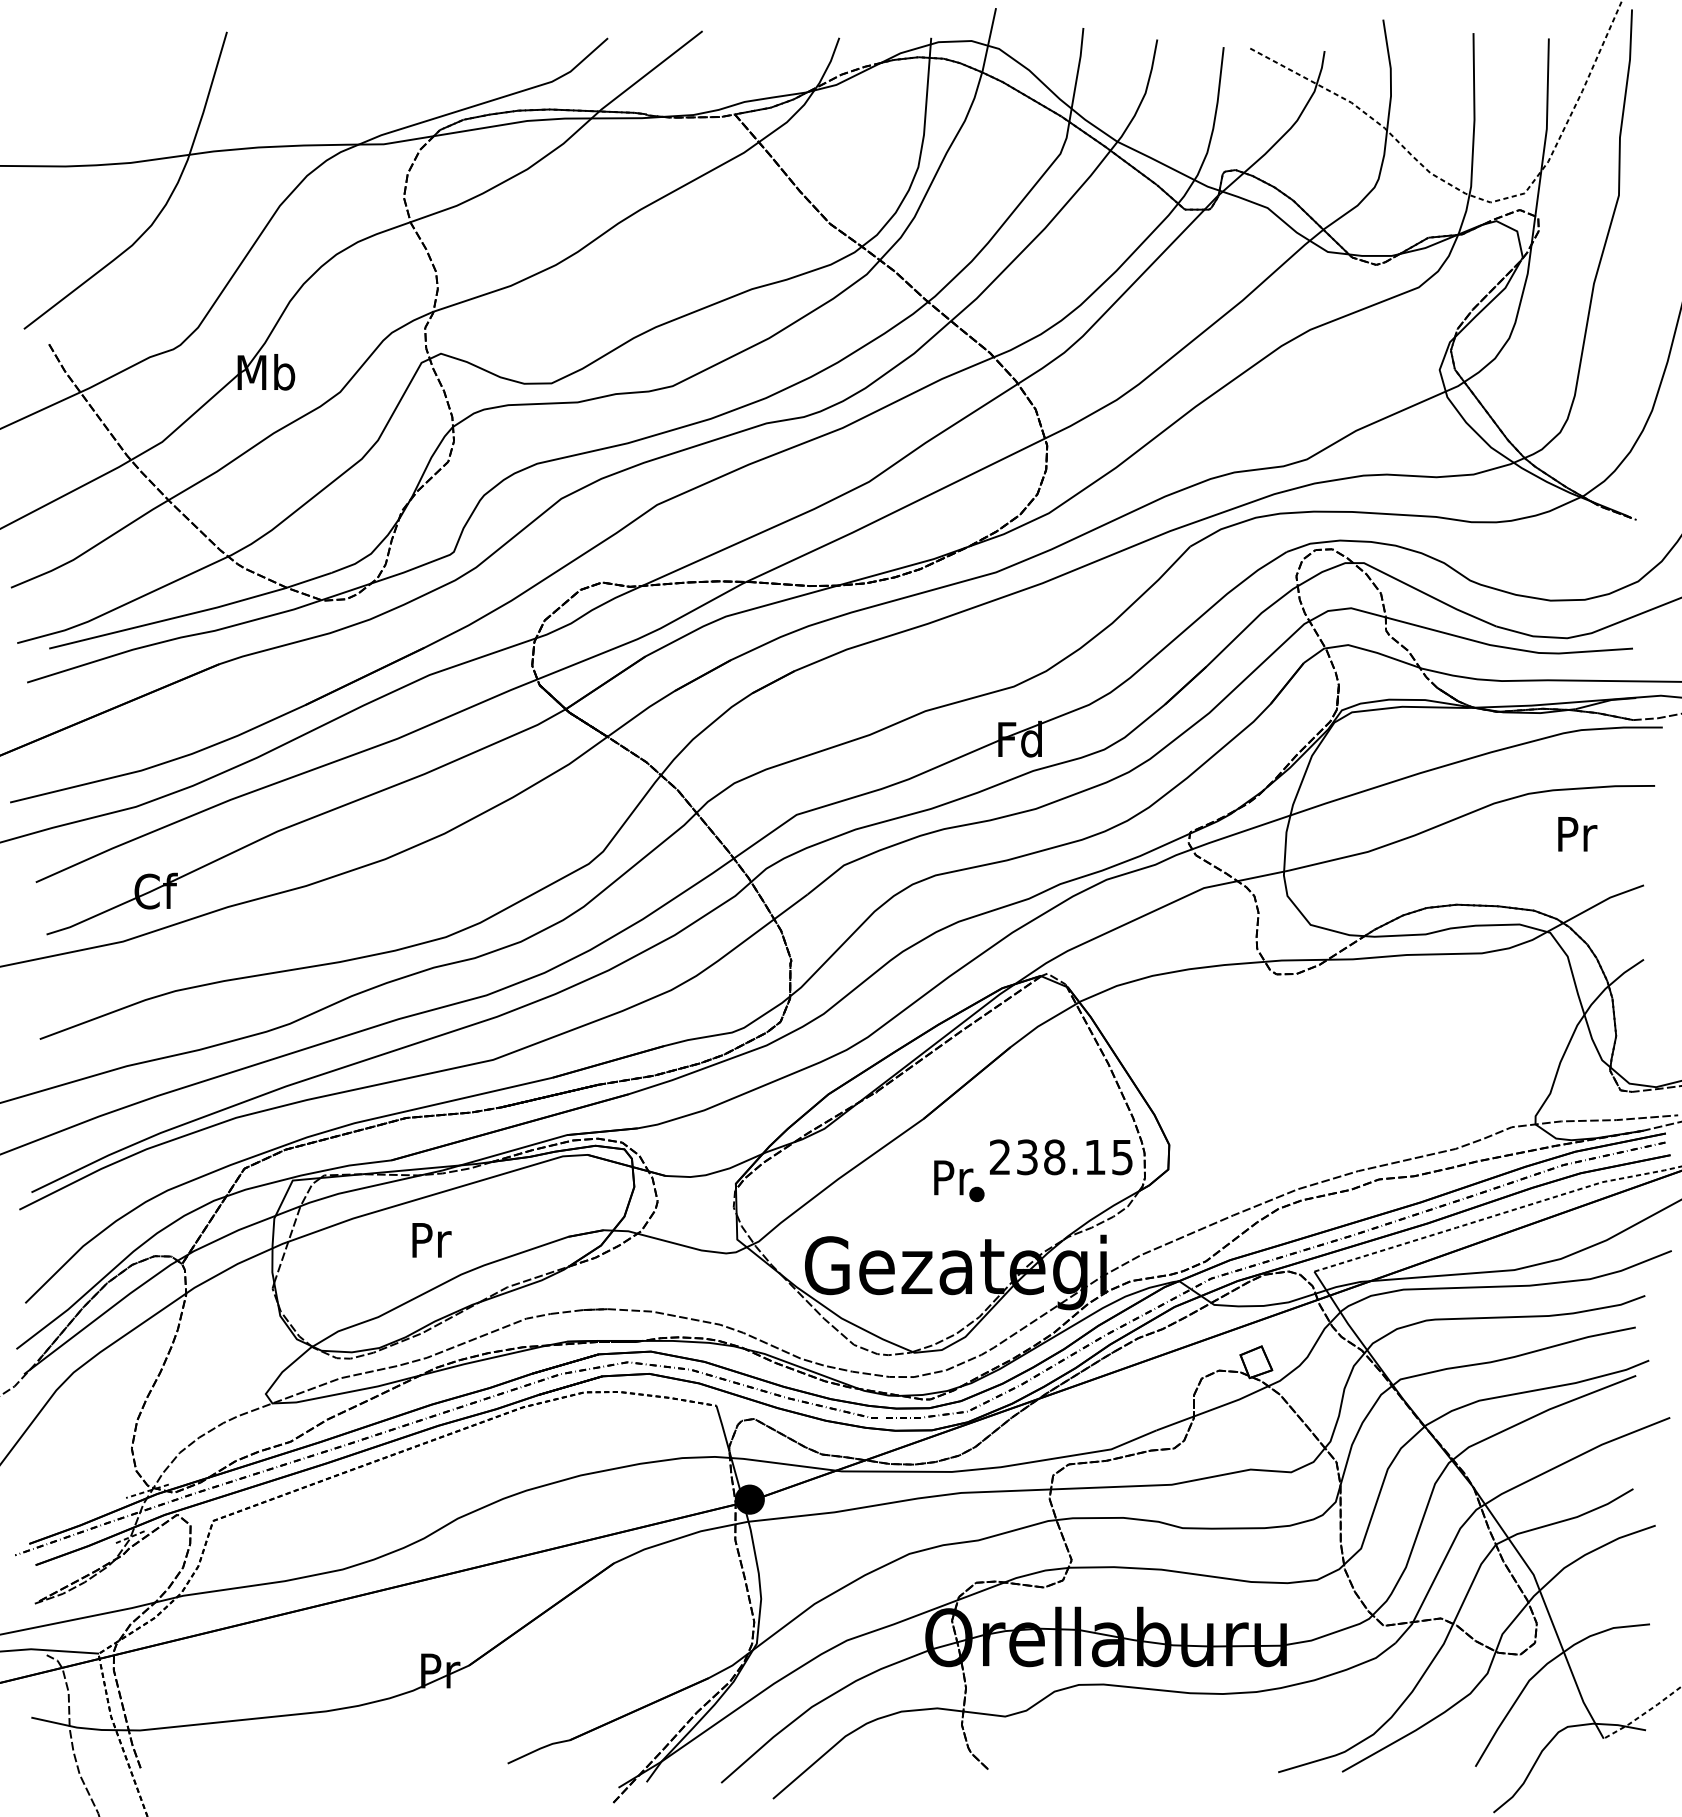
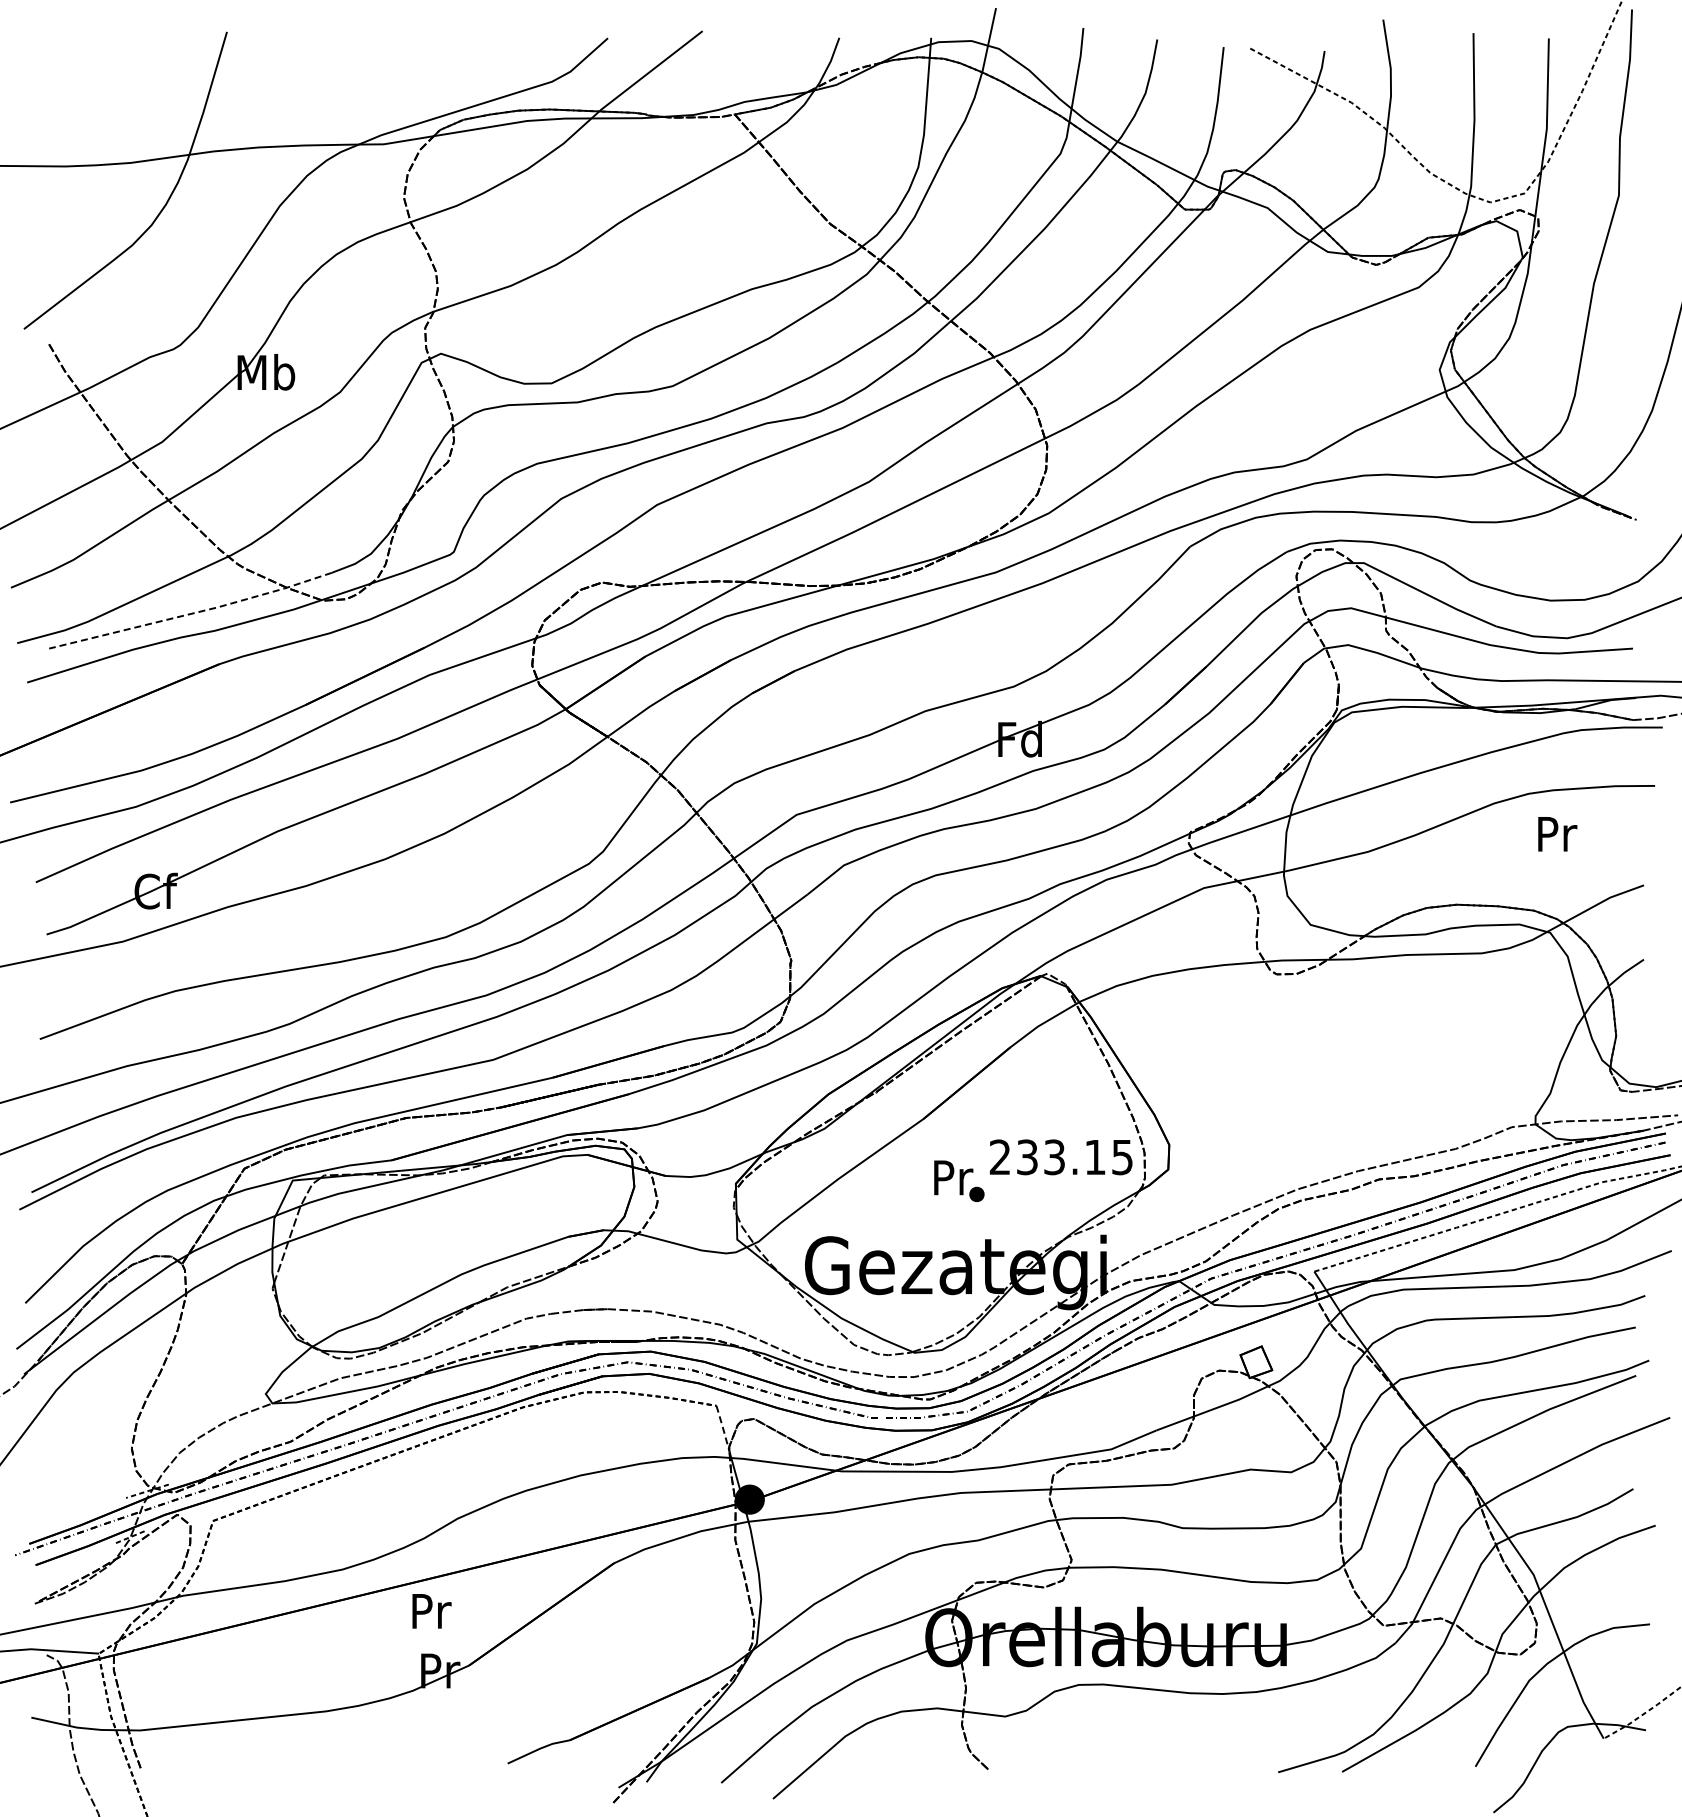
line at (192, 613): solid -> dashed
text at (1577, 834) position: (1577, 834) -> (1557, 834)
text at (1054, 1157): 238.15 -> 233.15
text at (431, 1240) position: (431, 1240) -> (431, 1611)
line at (723, 1428): solid -> dashed
